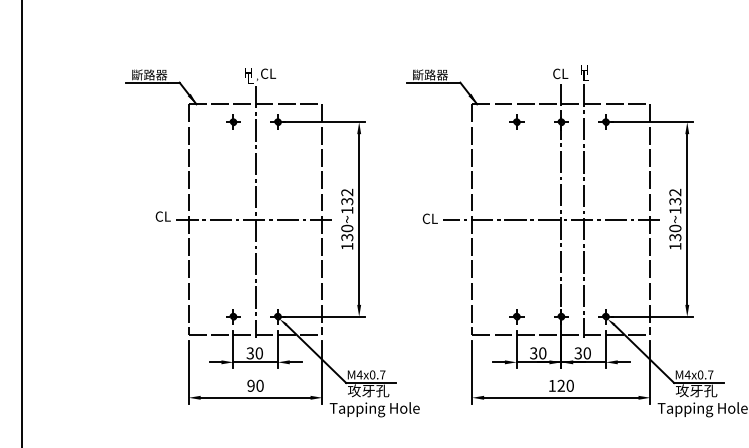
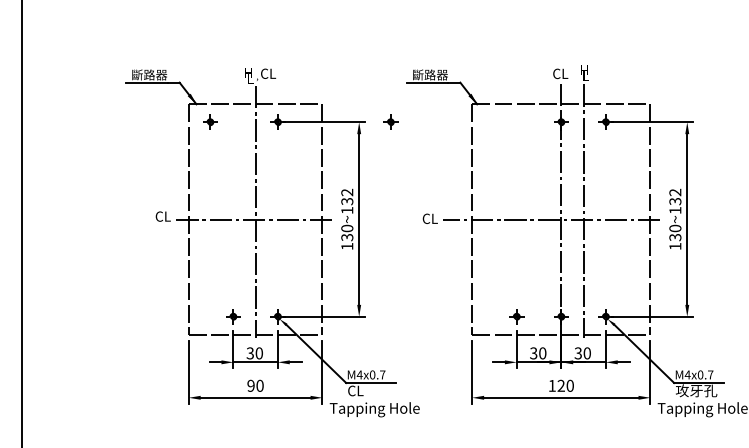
part at (233, 121) position: (233, 121) -> (210, 121)
part at (516, 121) position: (516, 121) -> (390, 121)
text at (368, 390): 攻牙孔 -> CL
